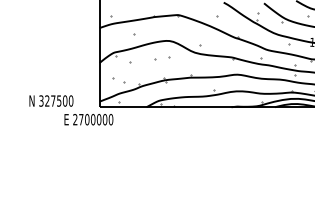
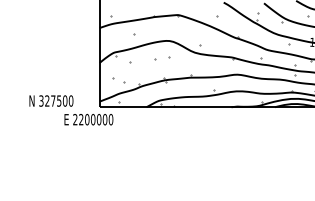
text at (81, 119): 2700000 -> 2200000
